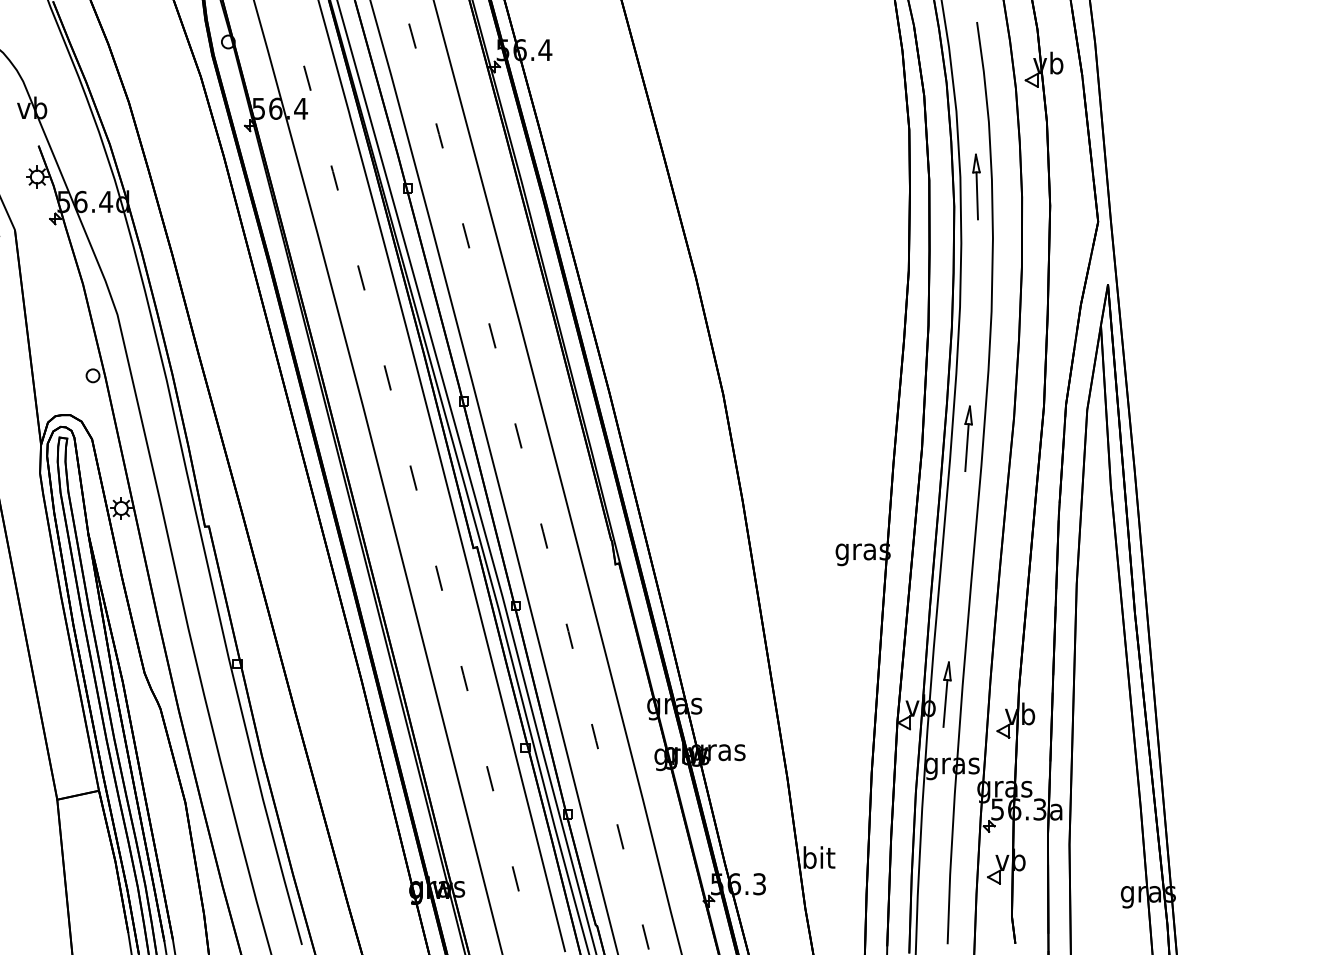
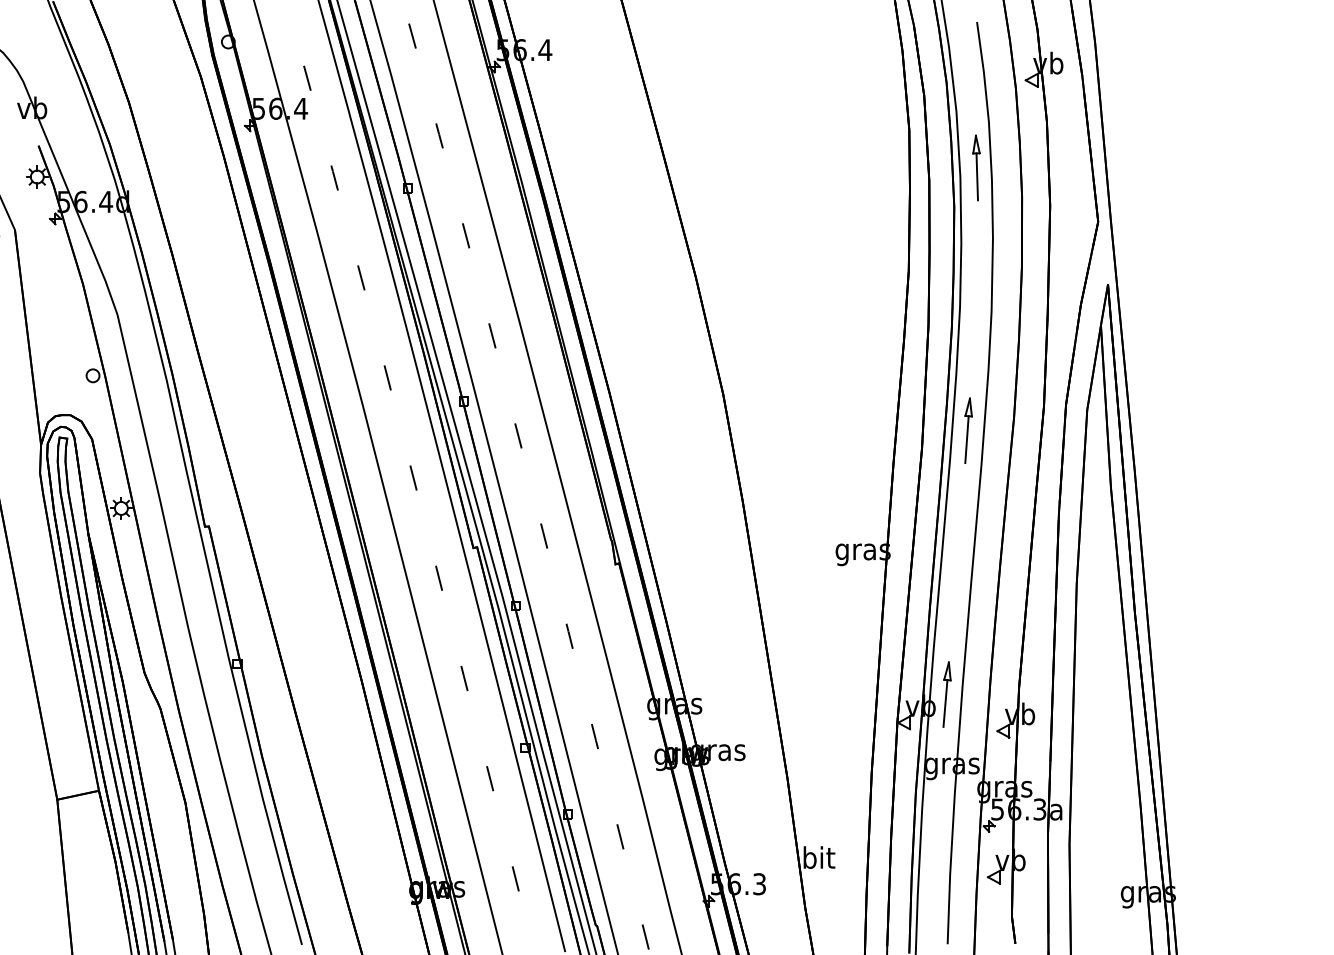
part at (976, 186) position: (976, 186) -> (976, 167)
part at (968, 438) position: (968, 438) -> (968, 430)
